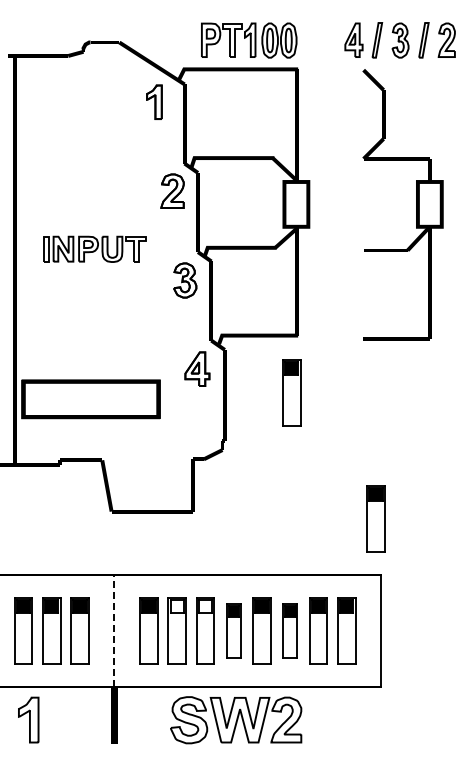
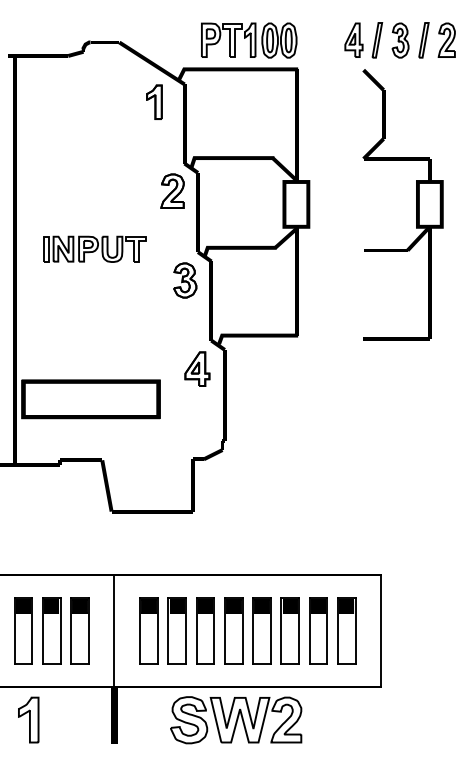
part at (291, 392): present -> none
part at (375, 518): present -> none
hatch at (177, 606): none -> present
hatch at (205, 606): none -> present
part at (233, 630) size: 16x56 px -> 20x68 px
part at (289, 630) size: 16x56 px -> 20x68 px
line at (114, 631): dashed -> solid
